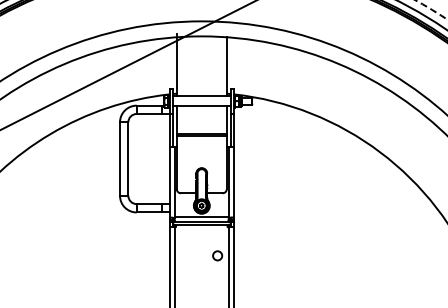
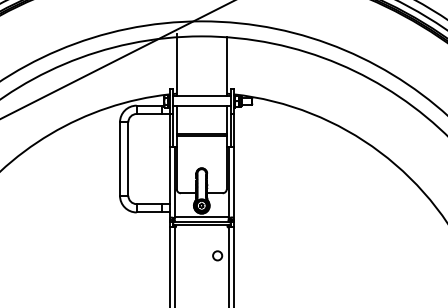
circle at (431, 9): dashed -> solid
line at (127, 65) position: (127, 65) -> (116, 60)
